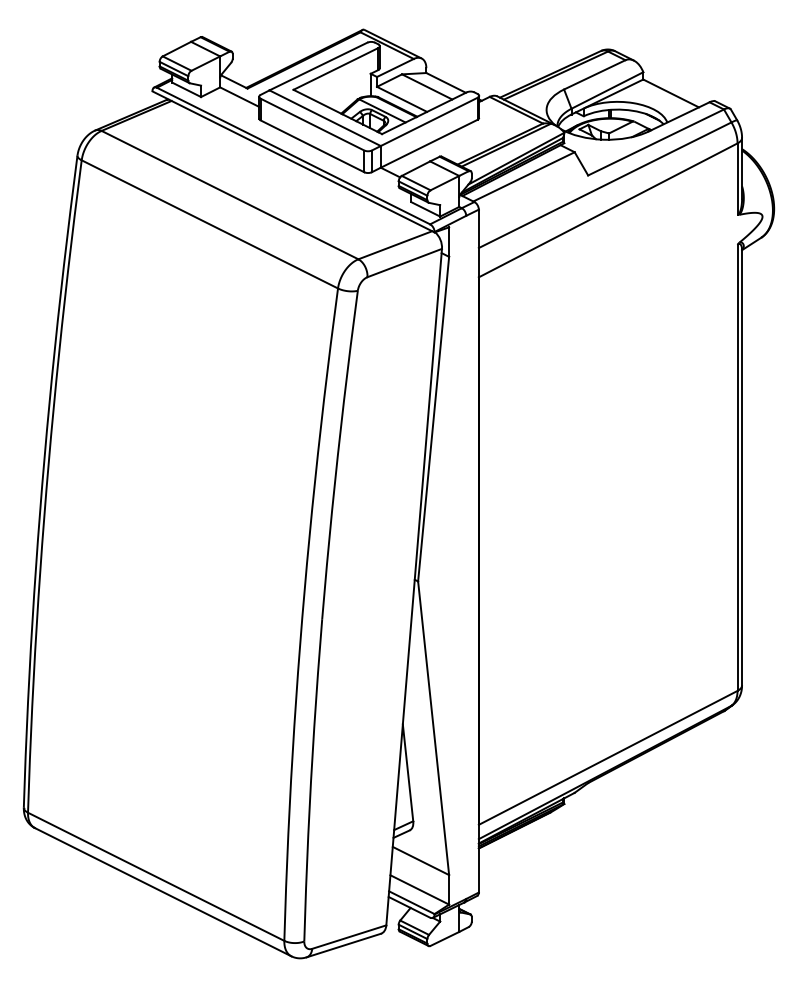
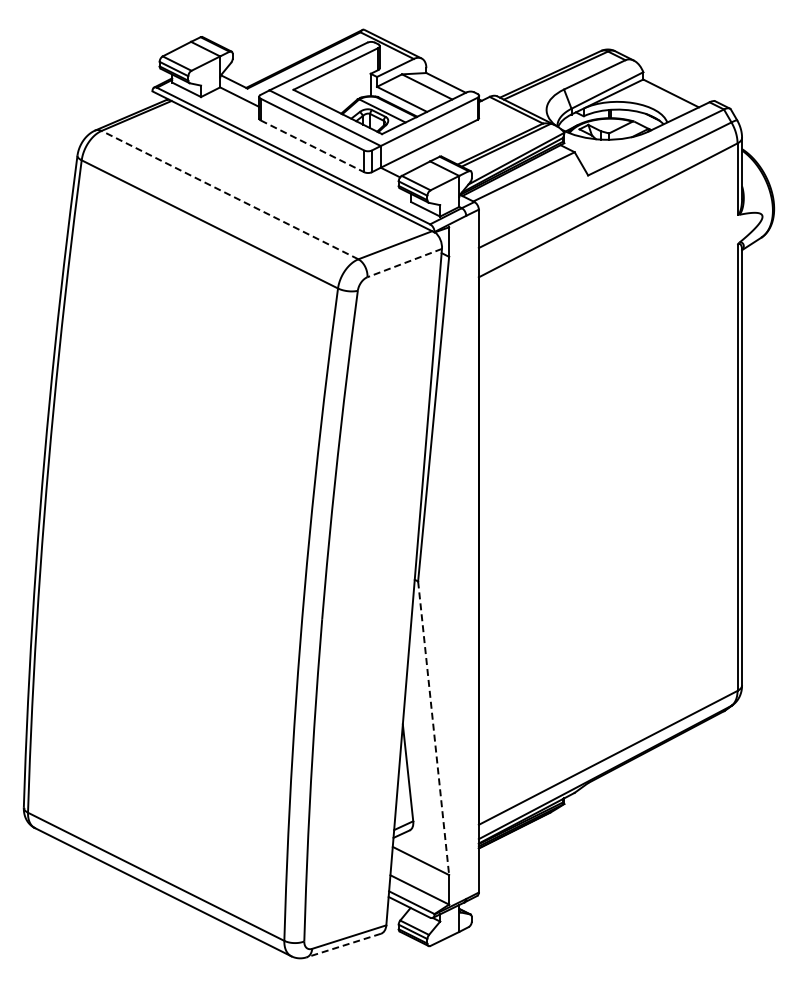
line at (312, 146): solid -> dashed
line at (230, 195): solid -> dashed
line at (404, 263): solid -> dashed
line at (433, 728): solid -> dashed
line at (343, 945): solid -> dashed
